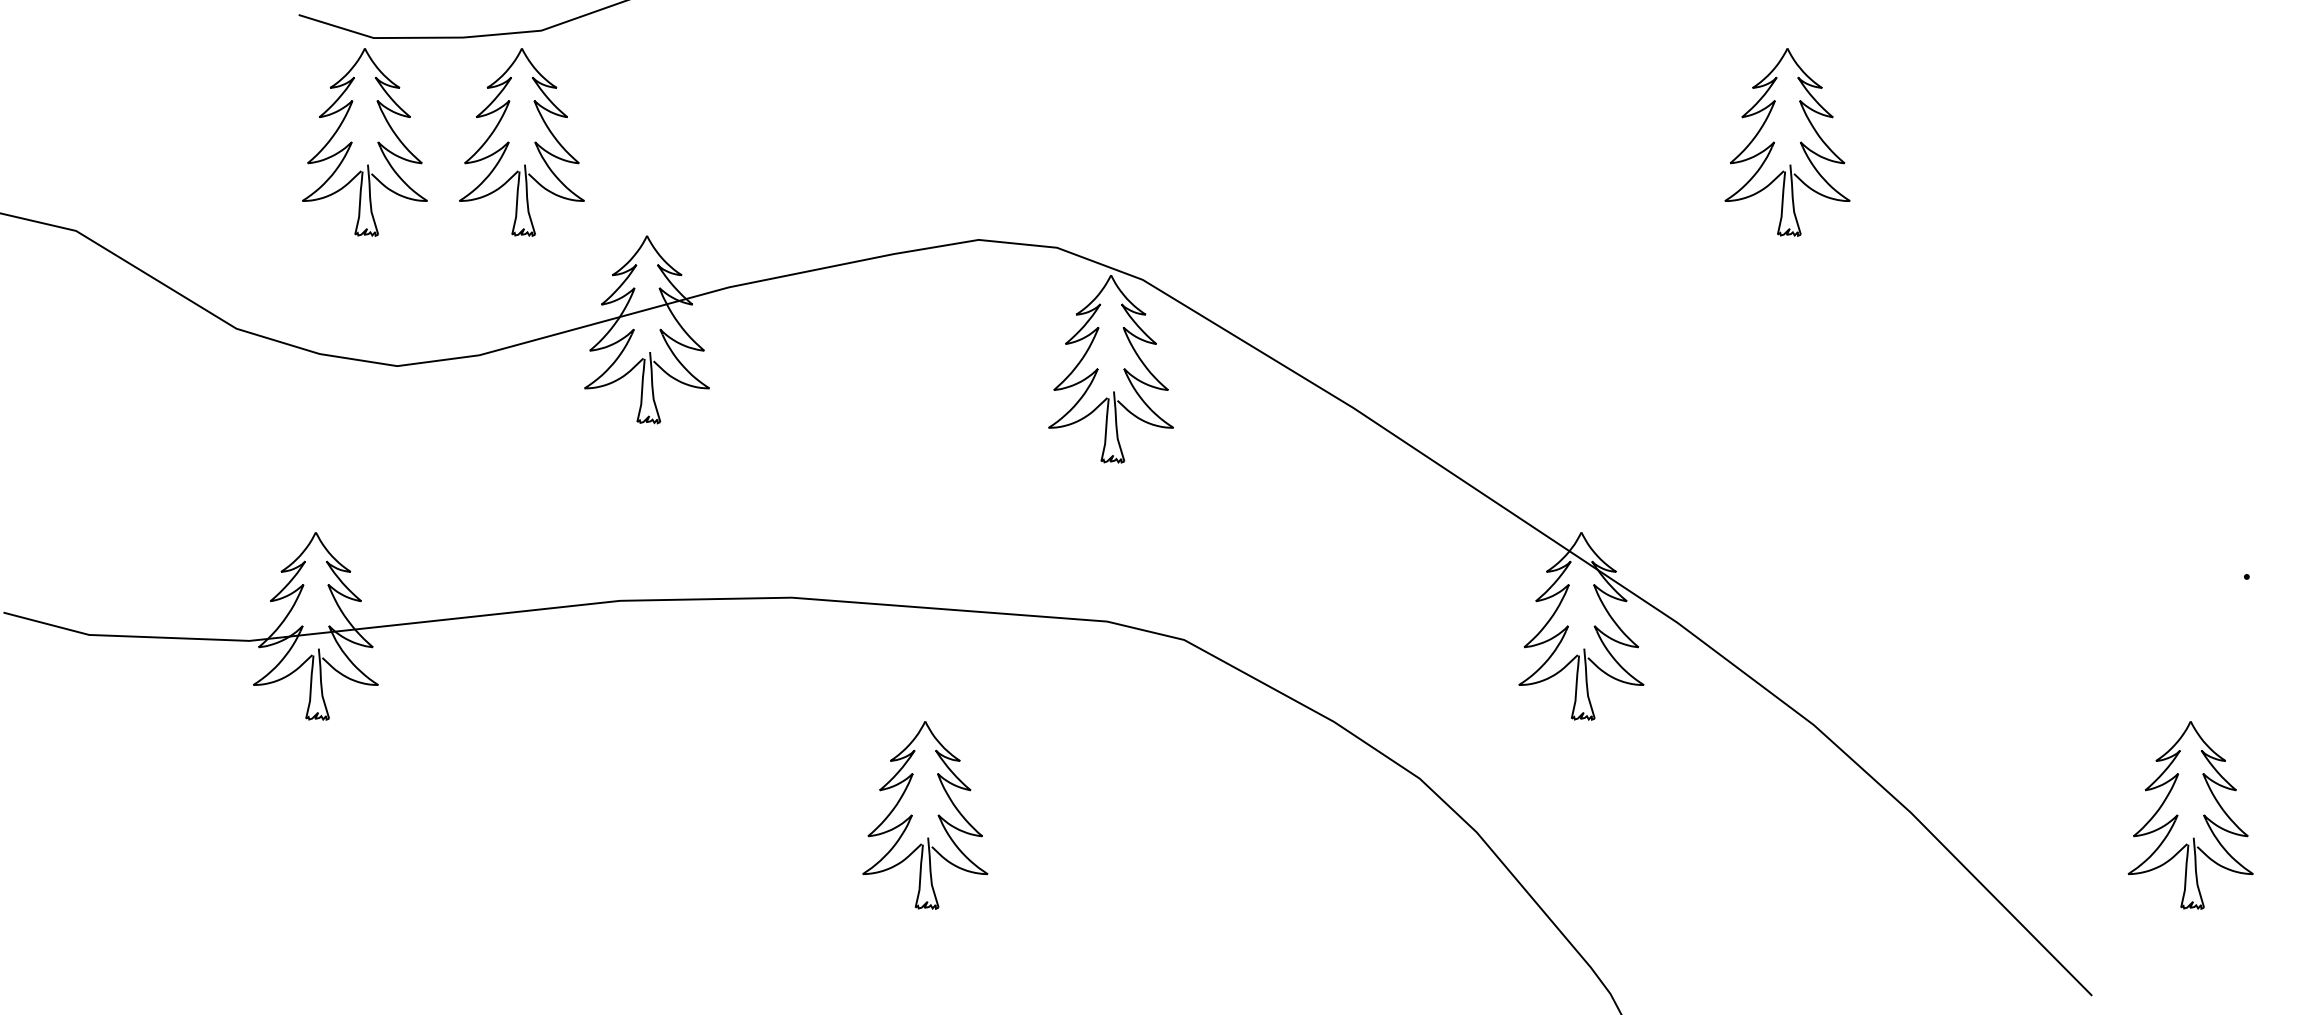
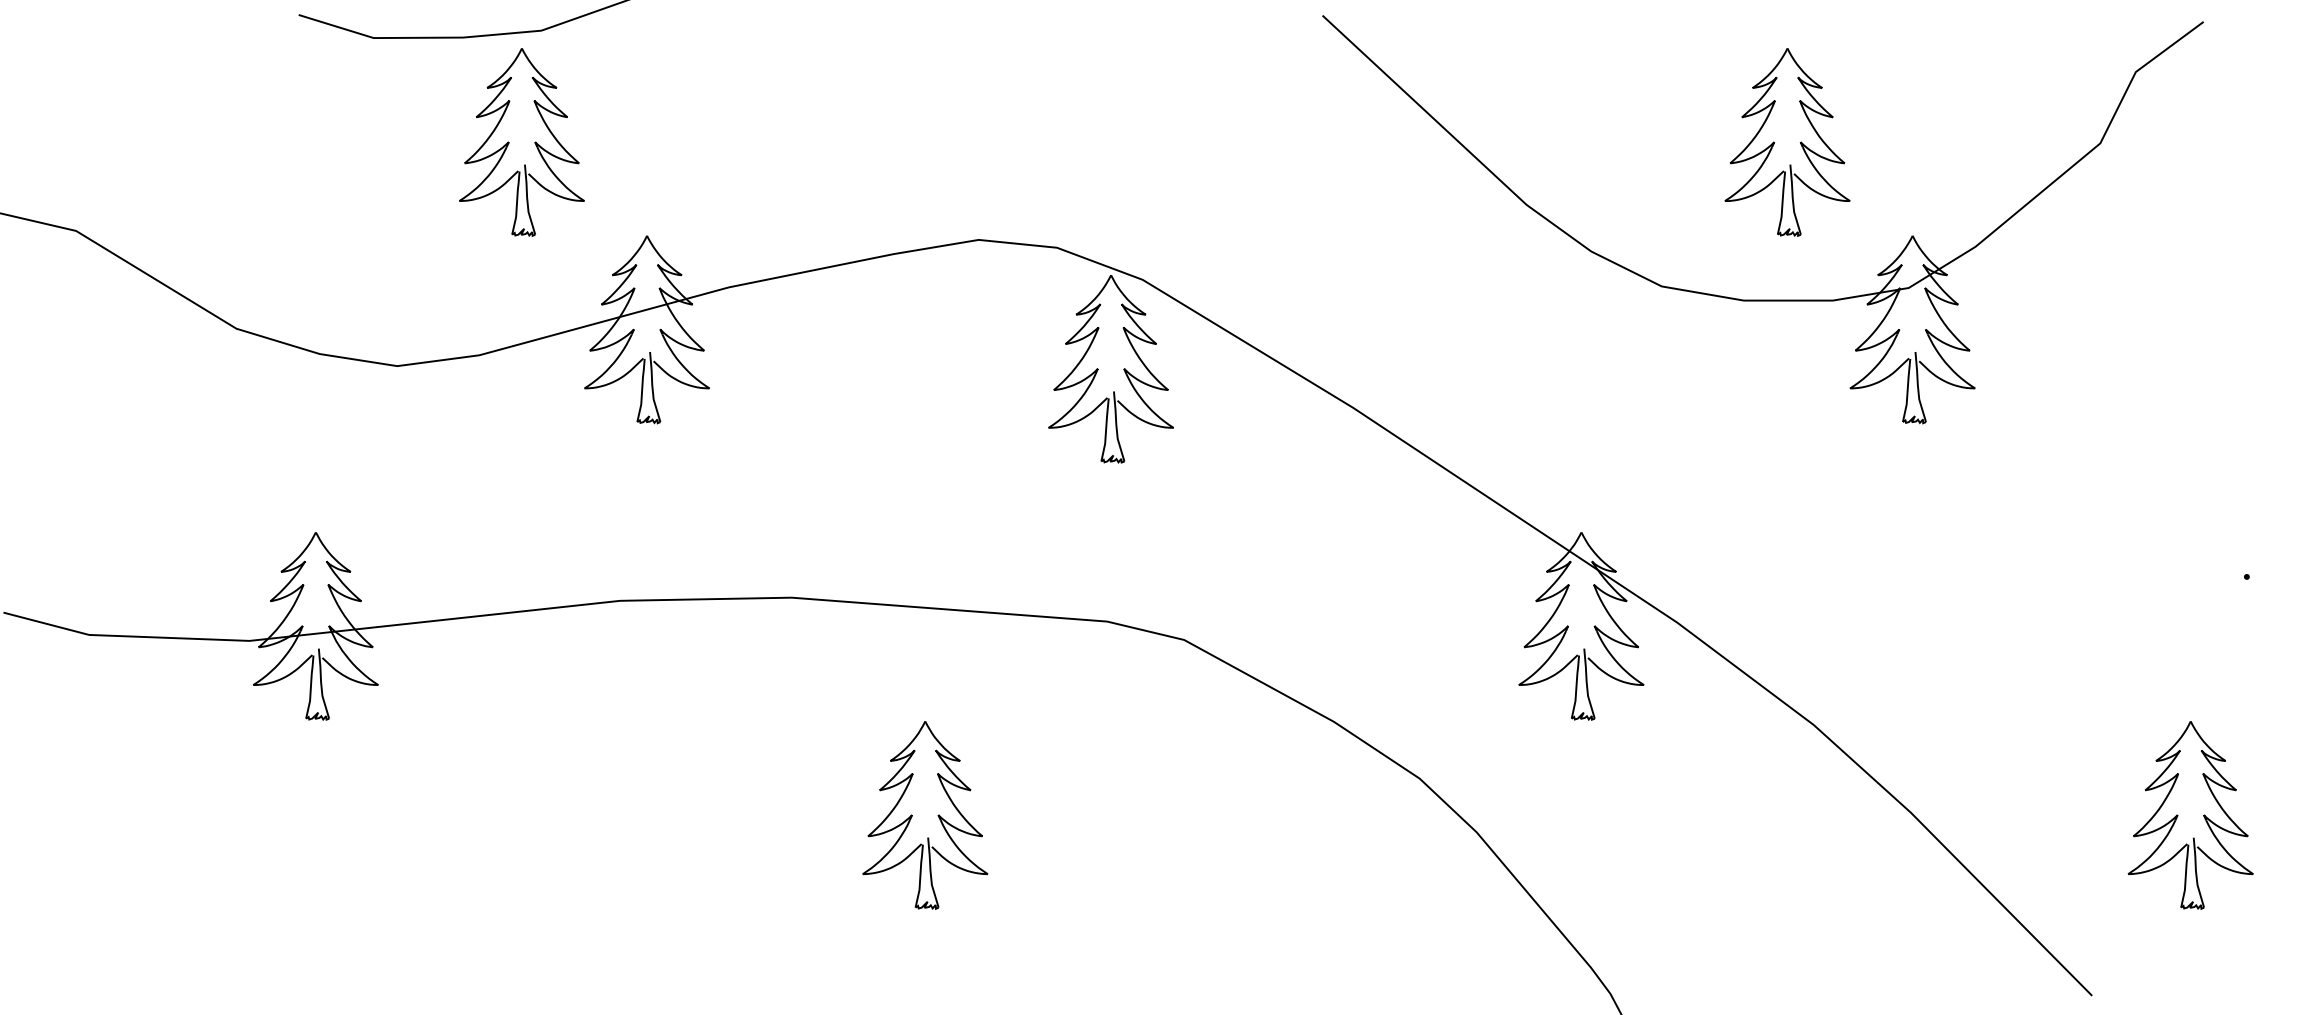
part at (352, 142): present -> none
part at (1762, 299): none -> present
